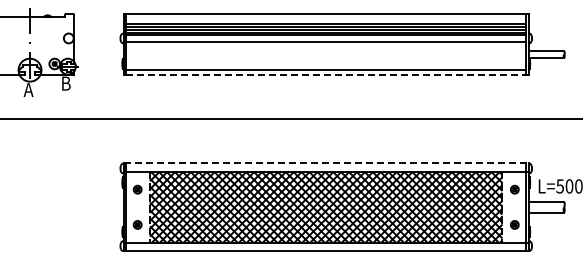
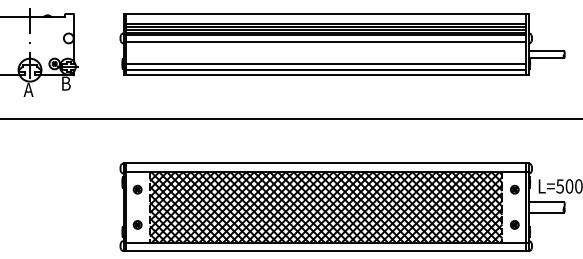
line at (326, 63): none -> present
line at (326, 75): dashed -> solid
line at (326, 163): dashed -> solid
